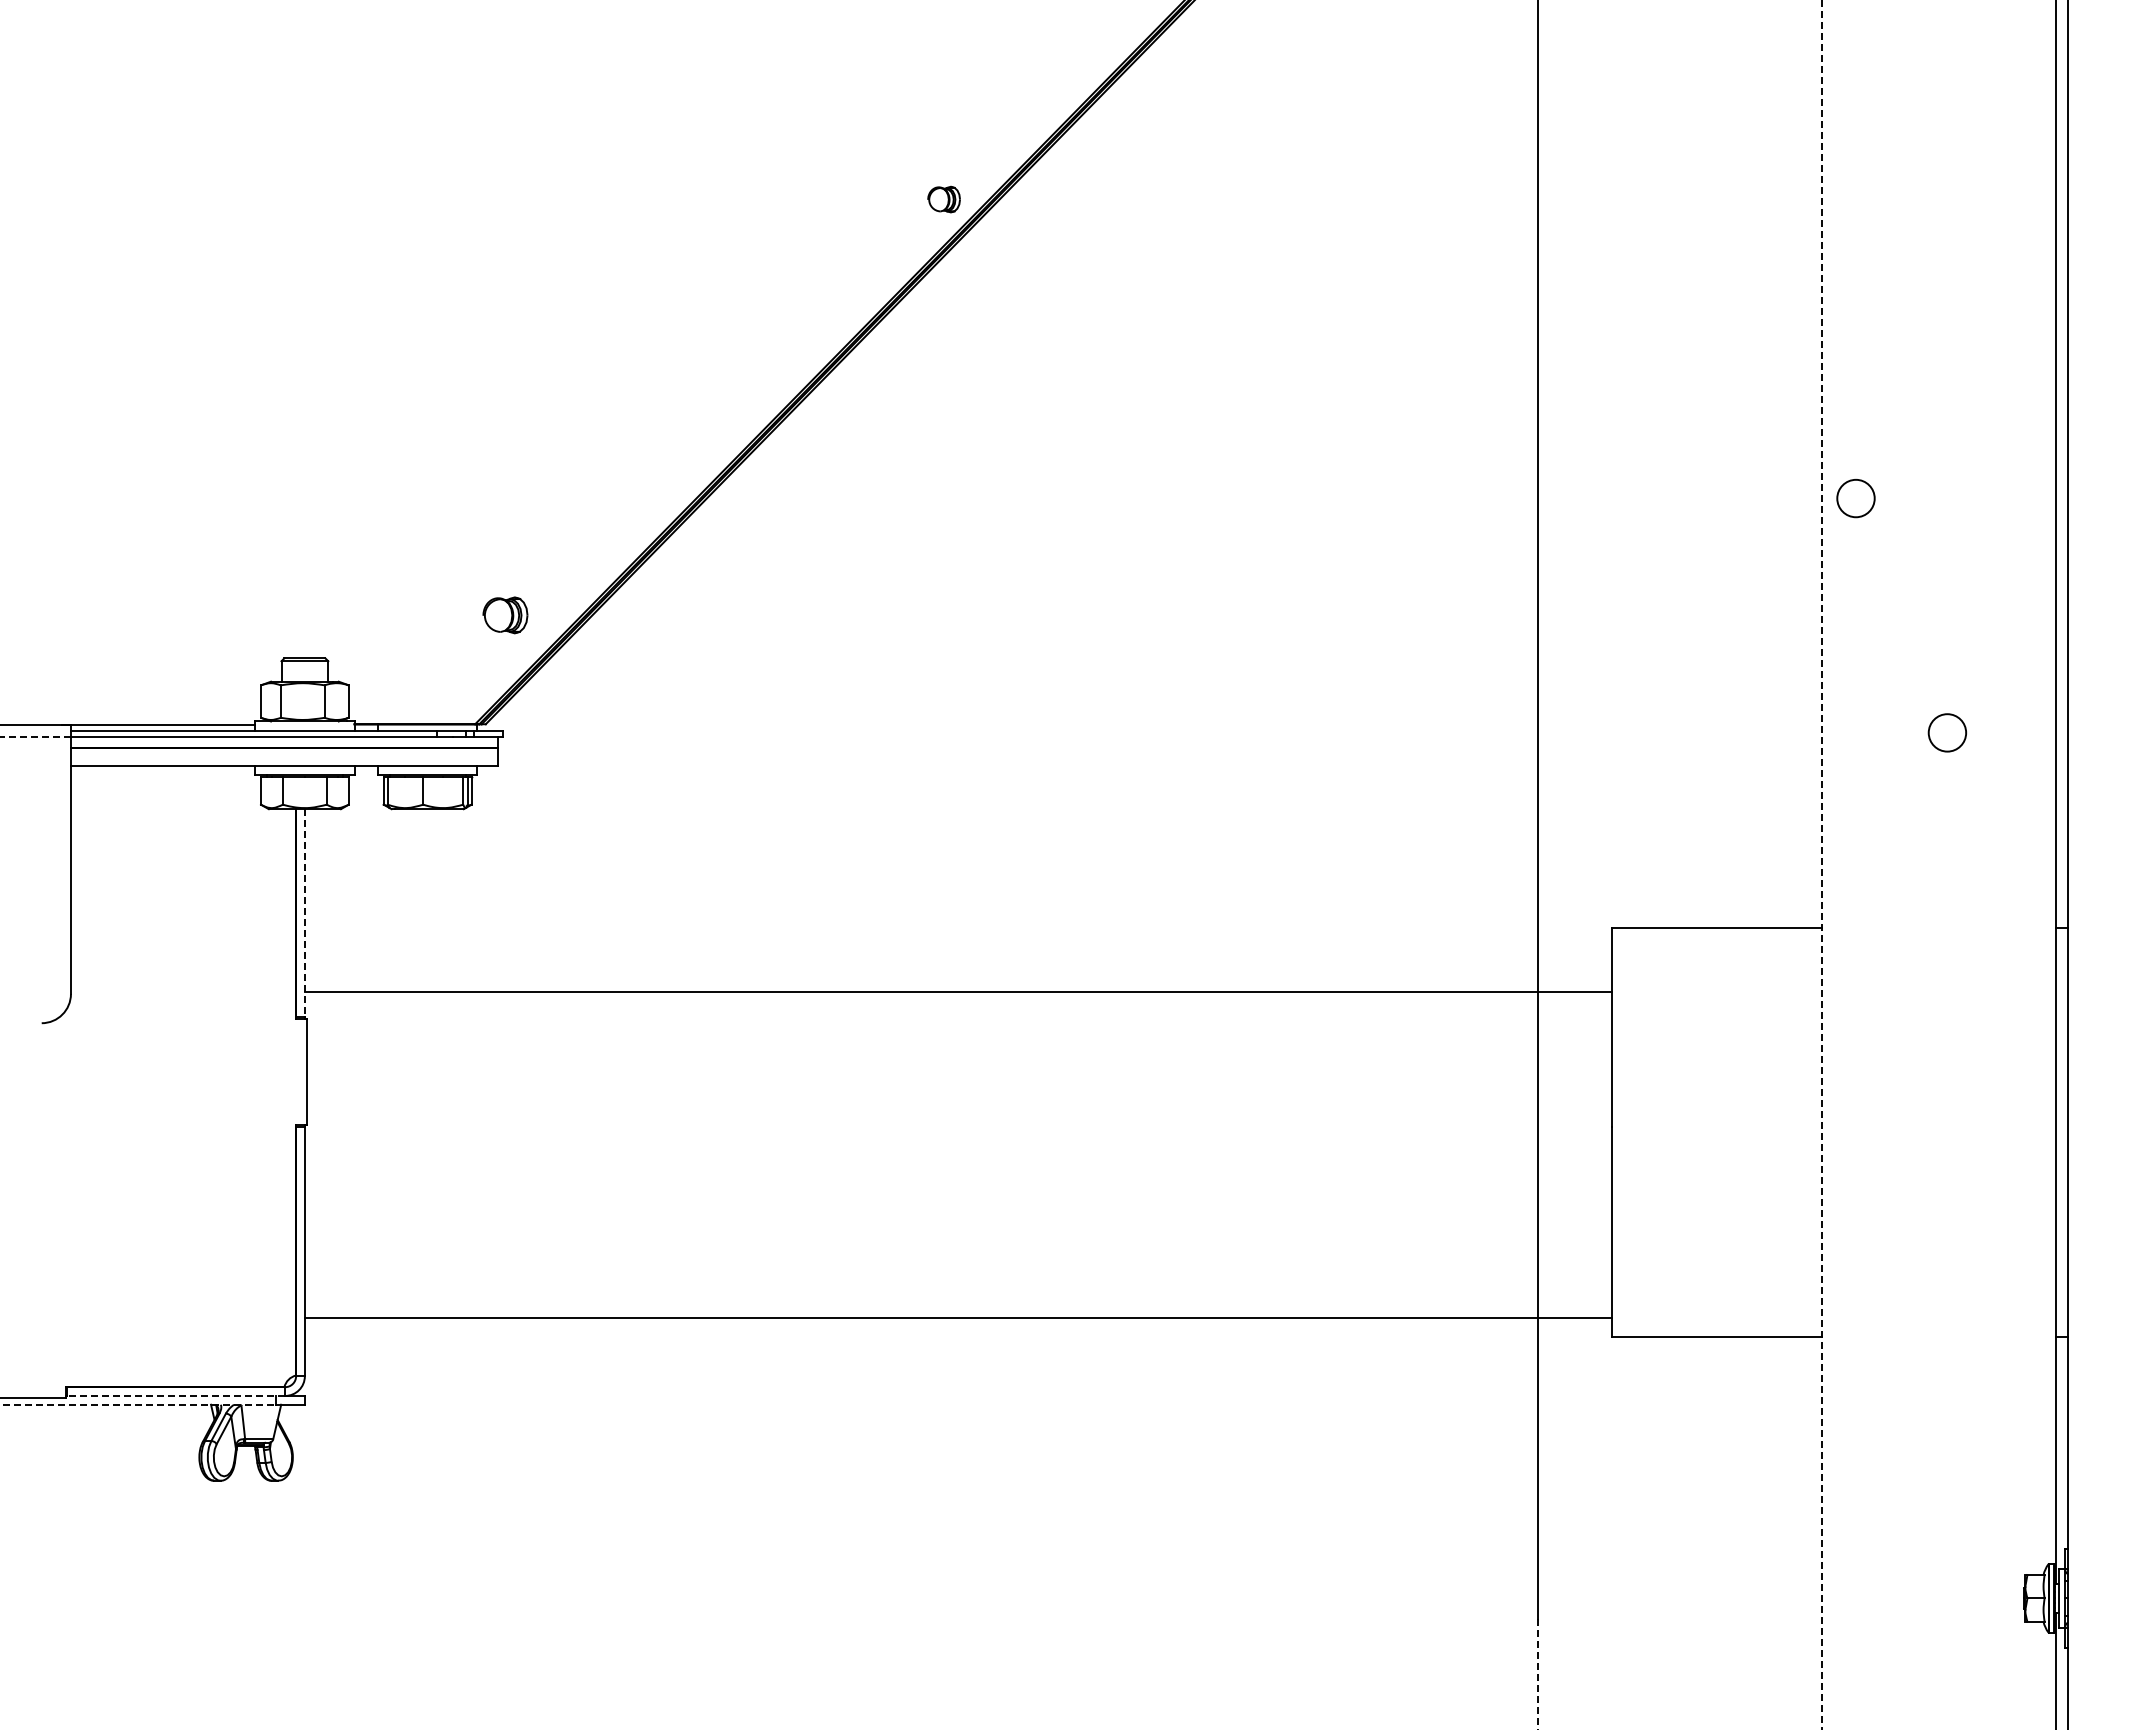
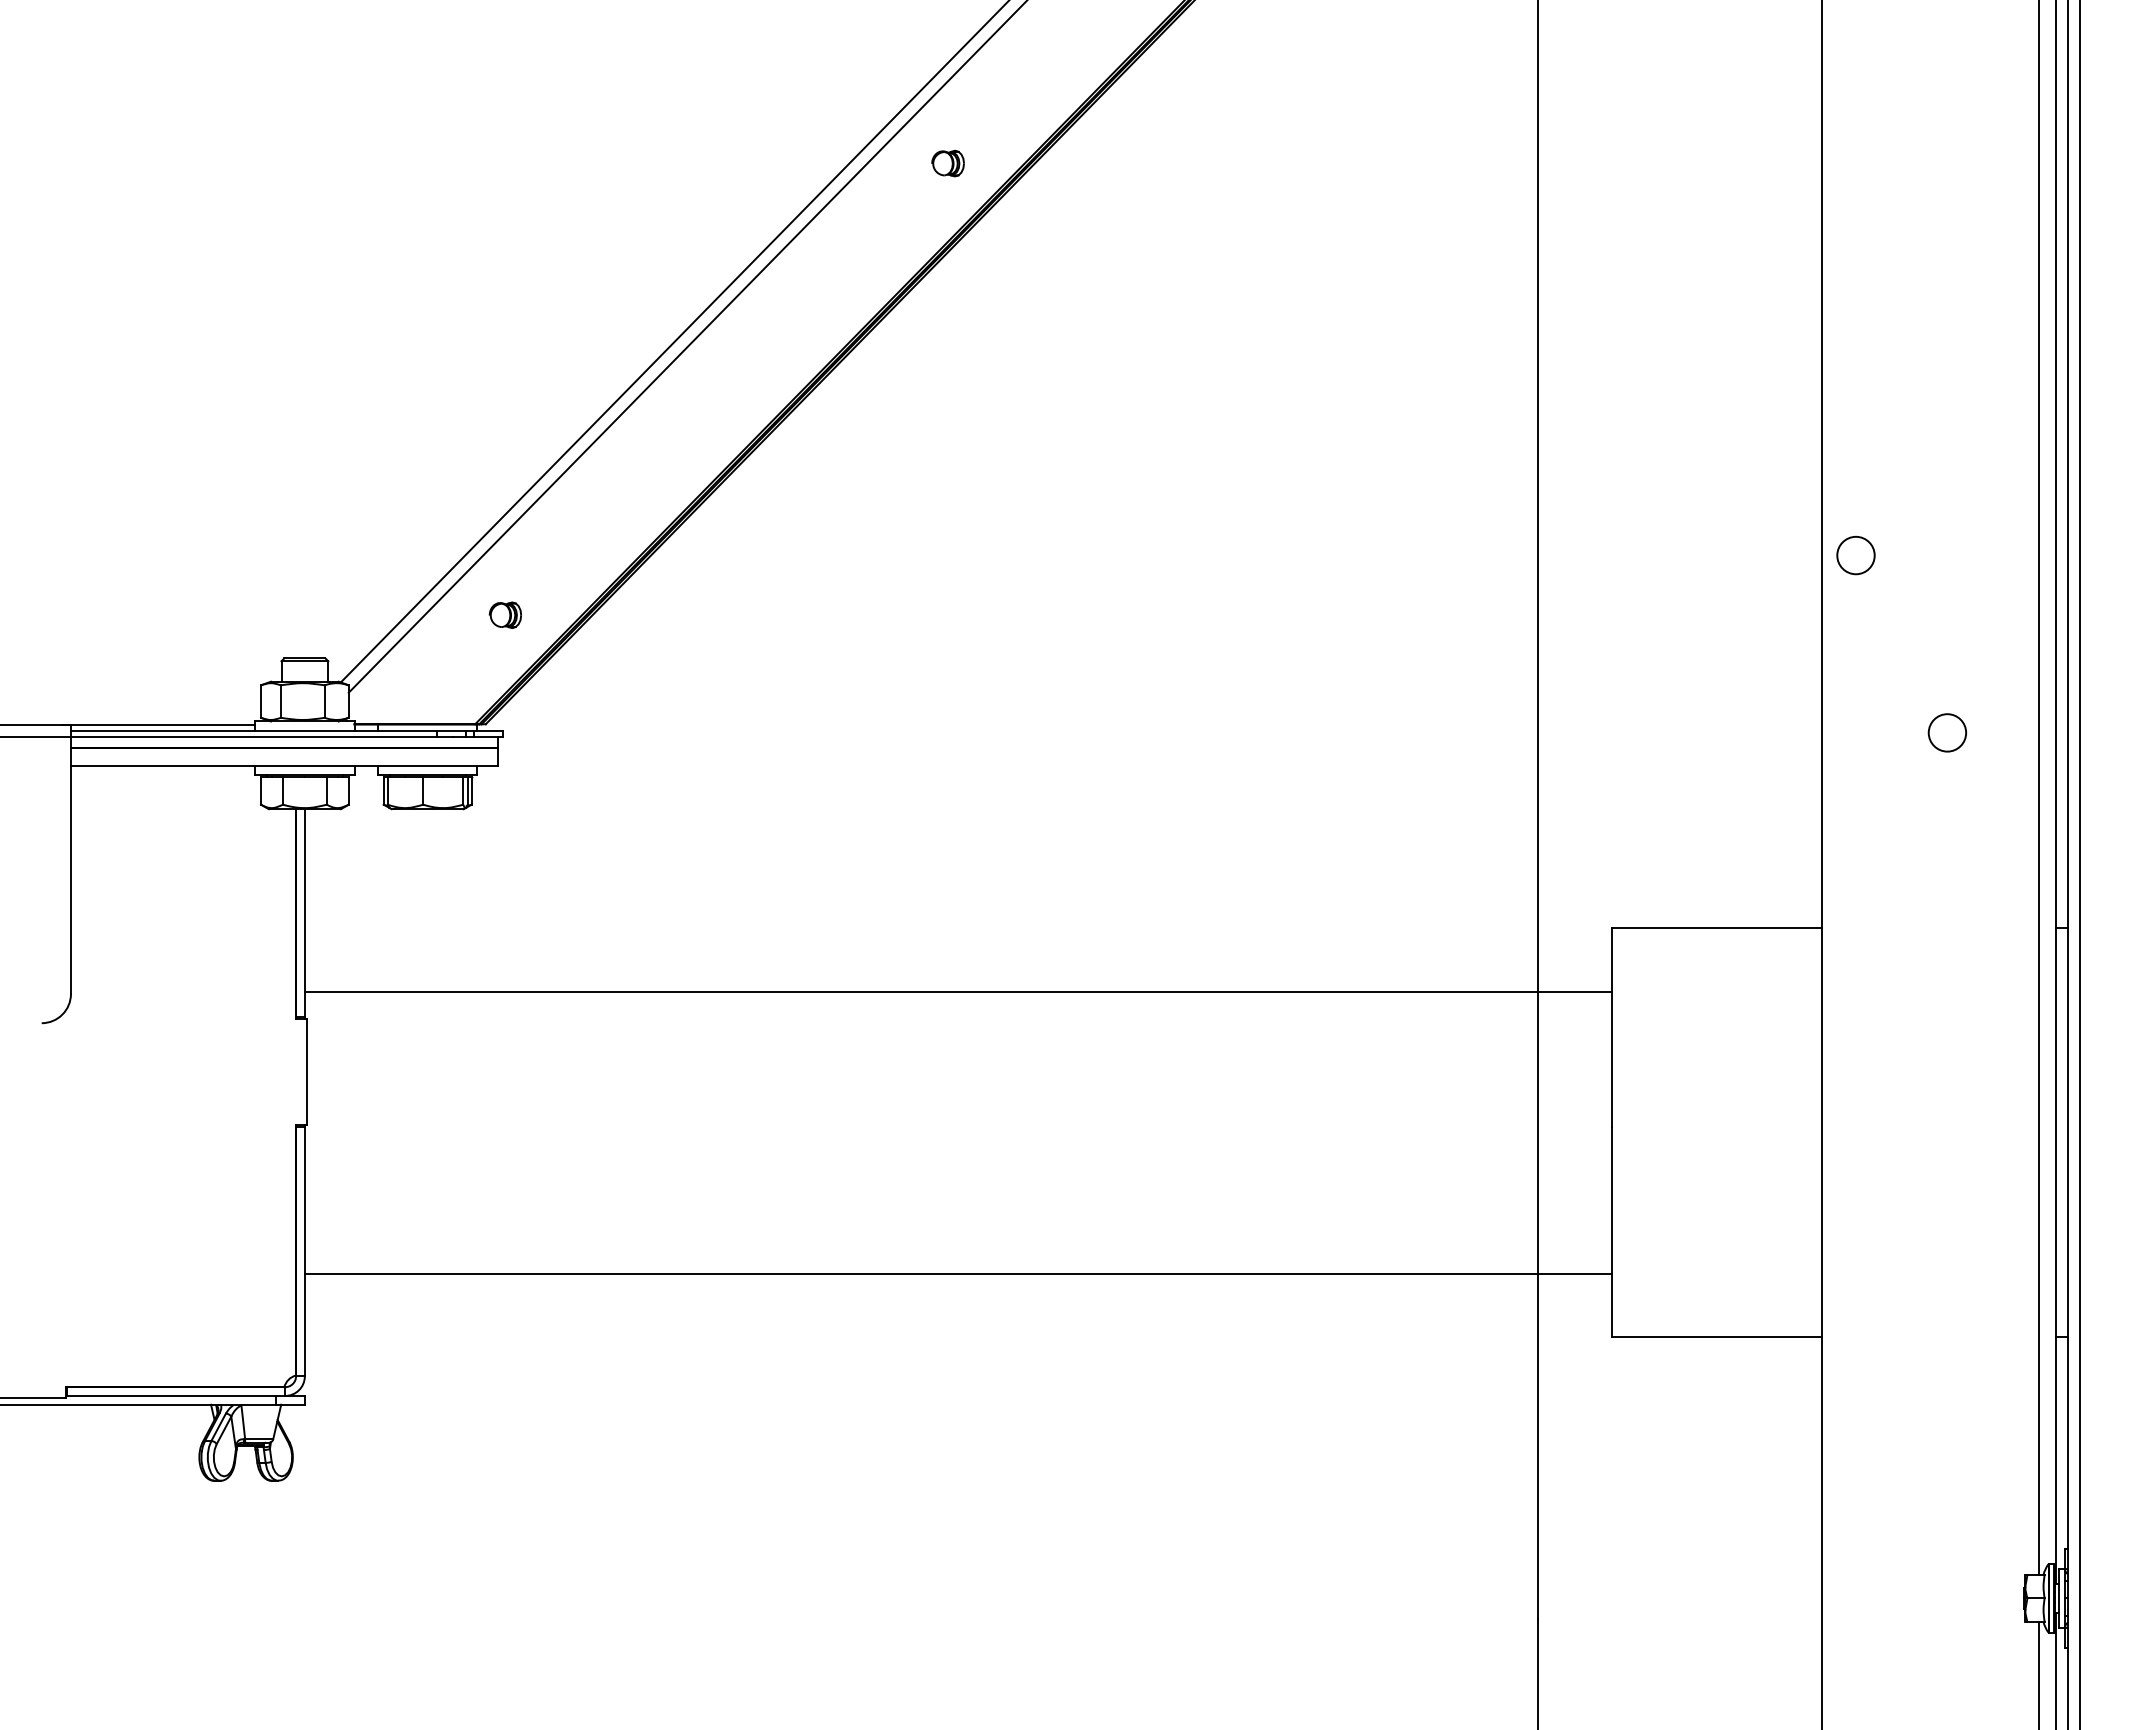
part at (943, 199) position: (943, 199) -> (947, 163)
line at (673, 342): none -> present
line at (686, 347): none -> present
circle at (1855, 498) position: (1855, 498) -> (1855, 555)
part at (505, 615) size: 47x39 px -> 35x28 px
line at (34, 737): dashed -> solid
line at (2038, 788): none -> present
line at (1821, 864): dashed -> solid
line at (2080, 864): none -> present
line at (304, 913): dashed -> solid
line at (957, 1318) position: (957, 1318) -> (957, 1274)
line at (176, 1395): dashed -> solid
line at (138, 1404): dashed -> solid
line at (2038, 1673): none -> present
line at (1538, 1674): dashed -> solid
